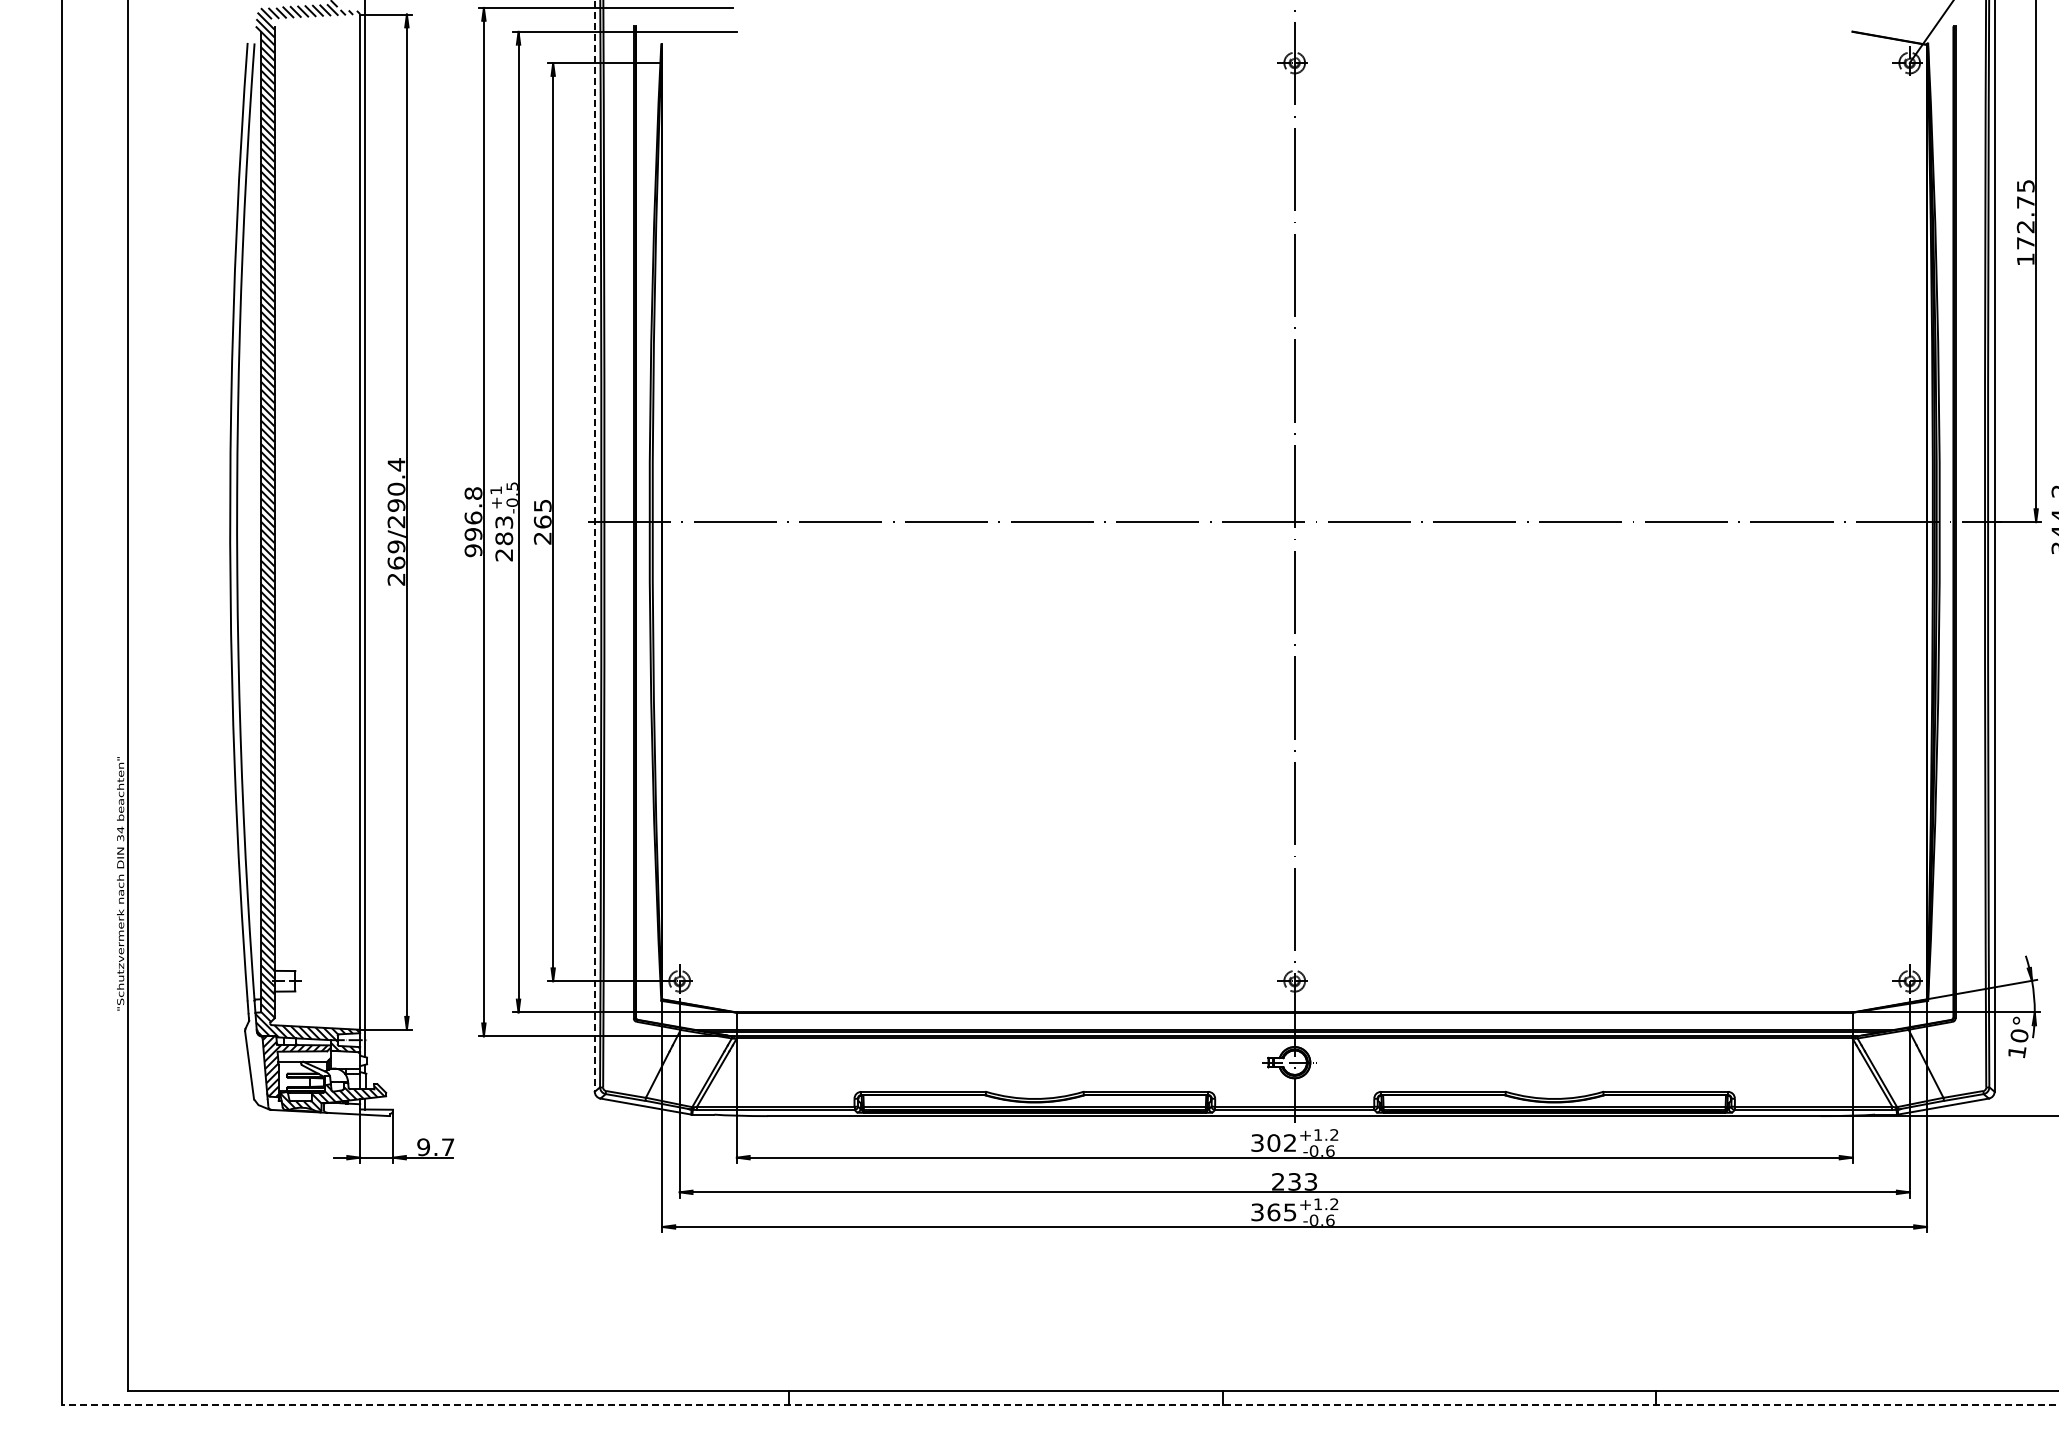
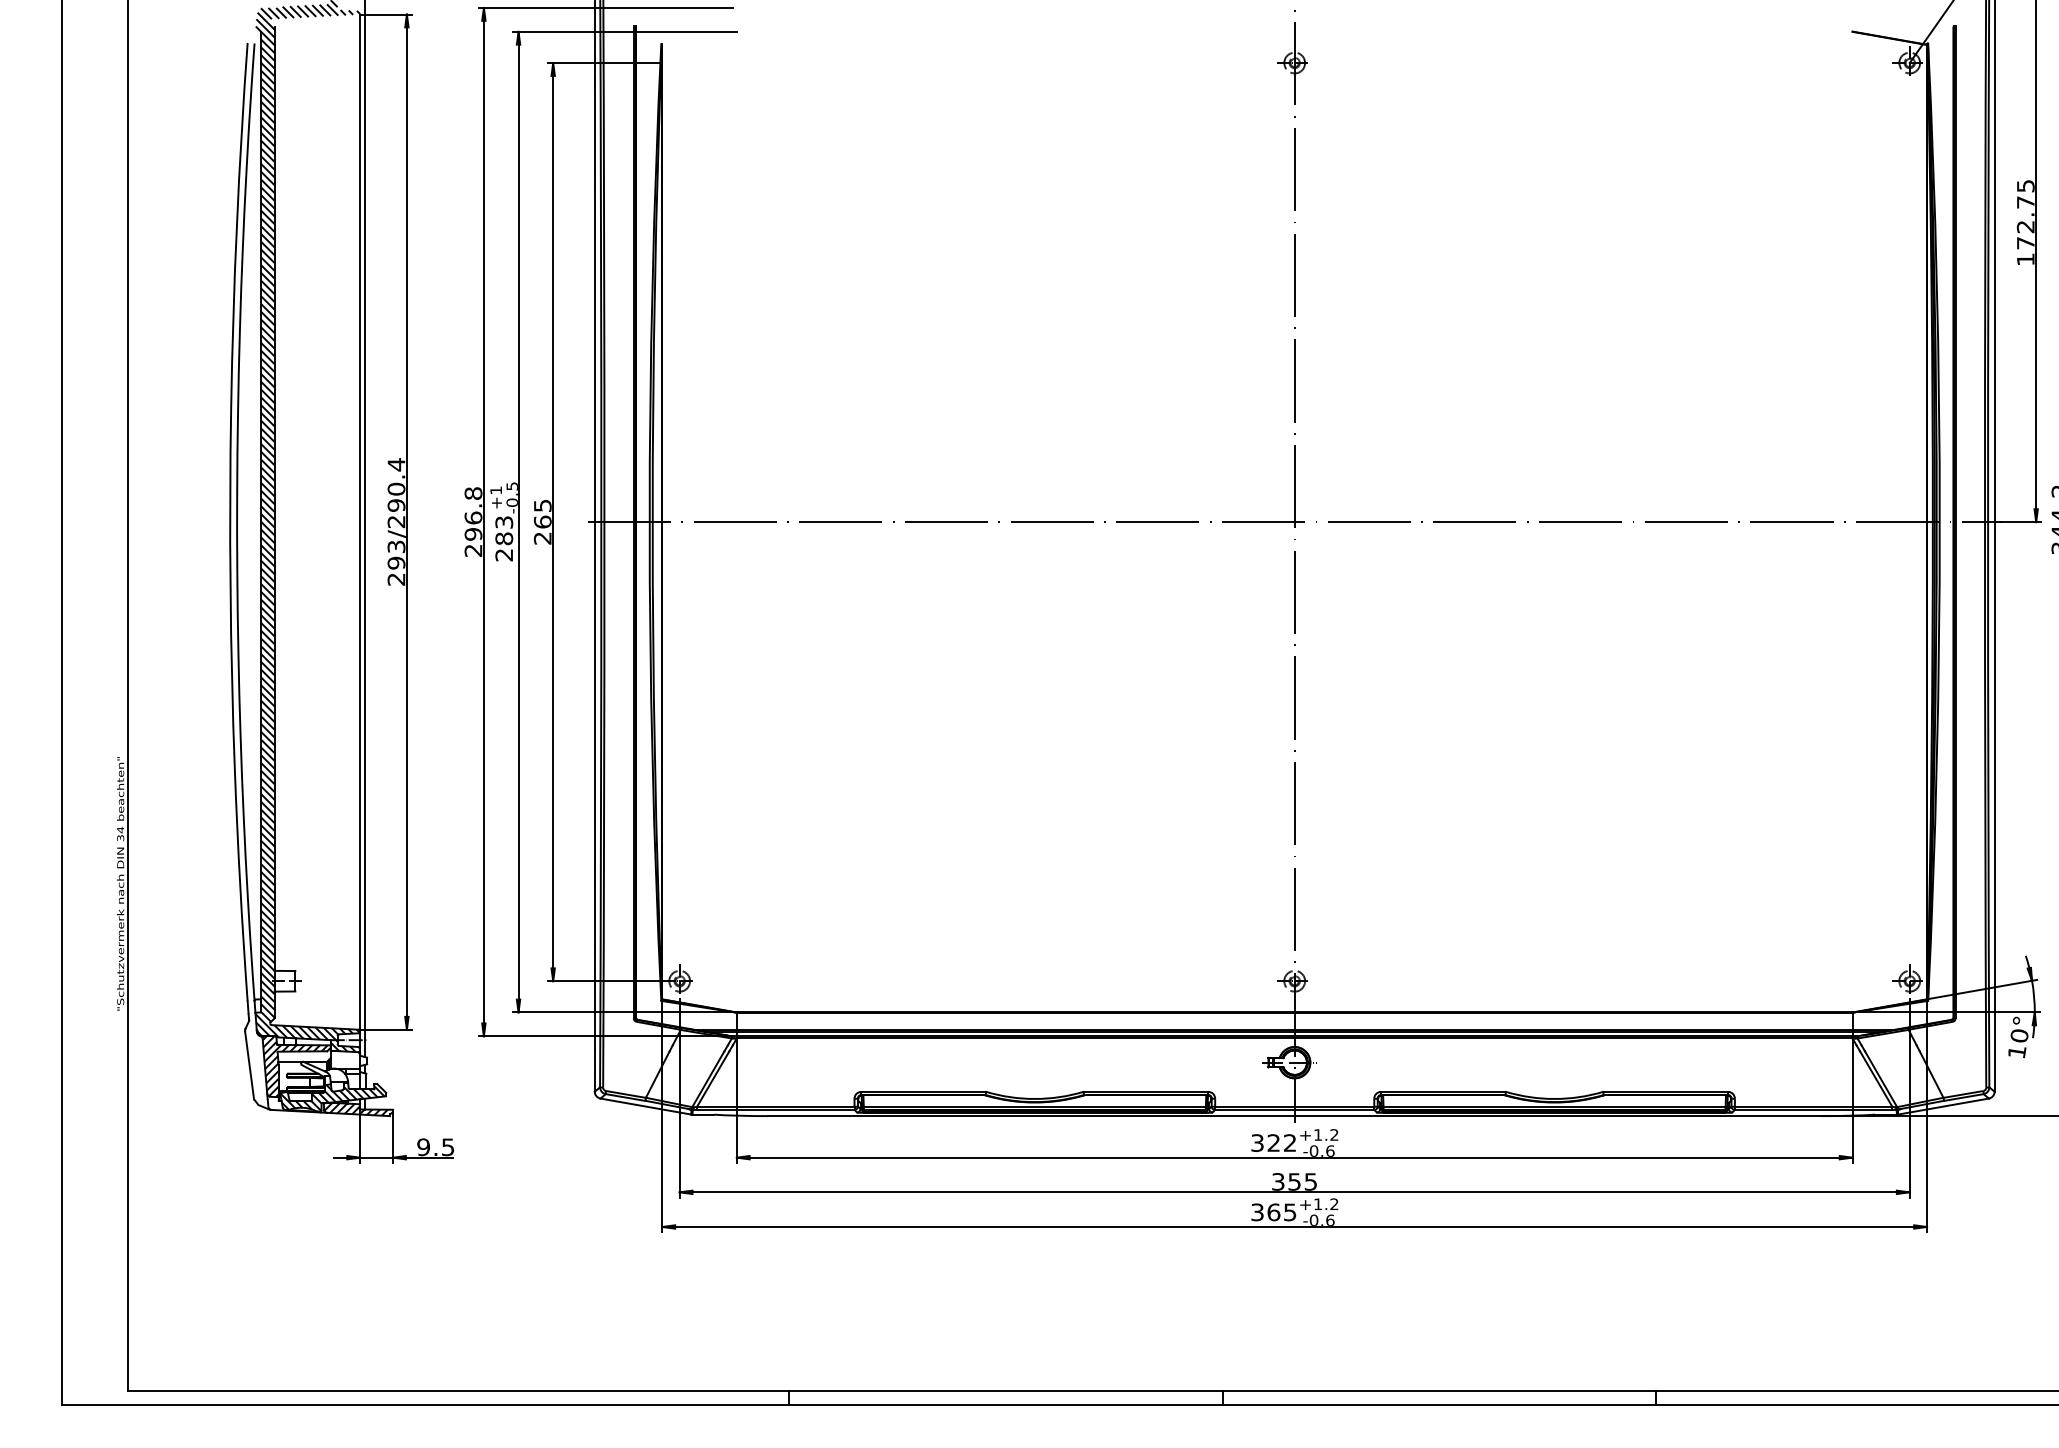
line at (594, 546): dashed -> solid
text at (473, 550): 996.8 -> 296.8
text at (396, 554): 269/290.4 -> 293/290.4
hatch at (356, 1109): none -> present
text at (1273, 1142): 302 -> 322
text at (448, 1147): 9.7 -> 9.5
text at (1294, 1181): 233 -> 355
line at (1059, 1404): dashed -> solid
